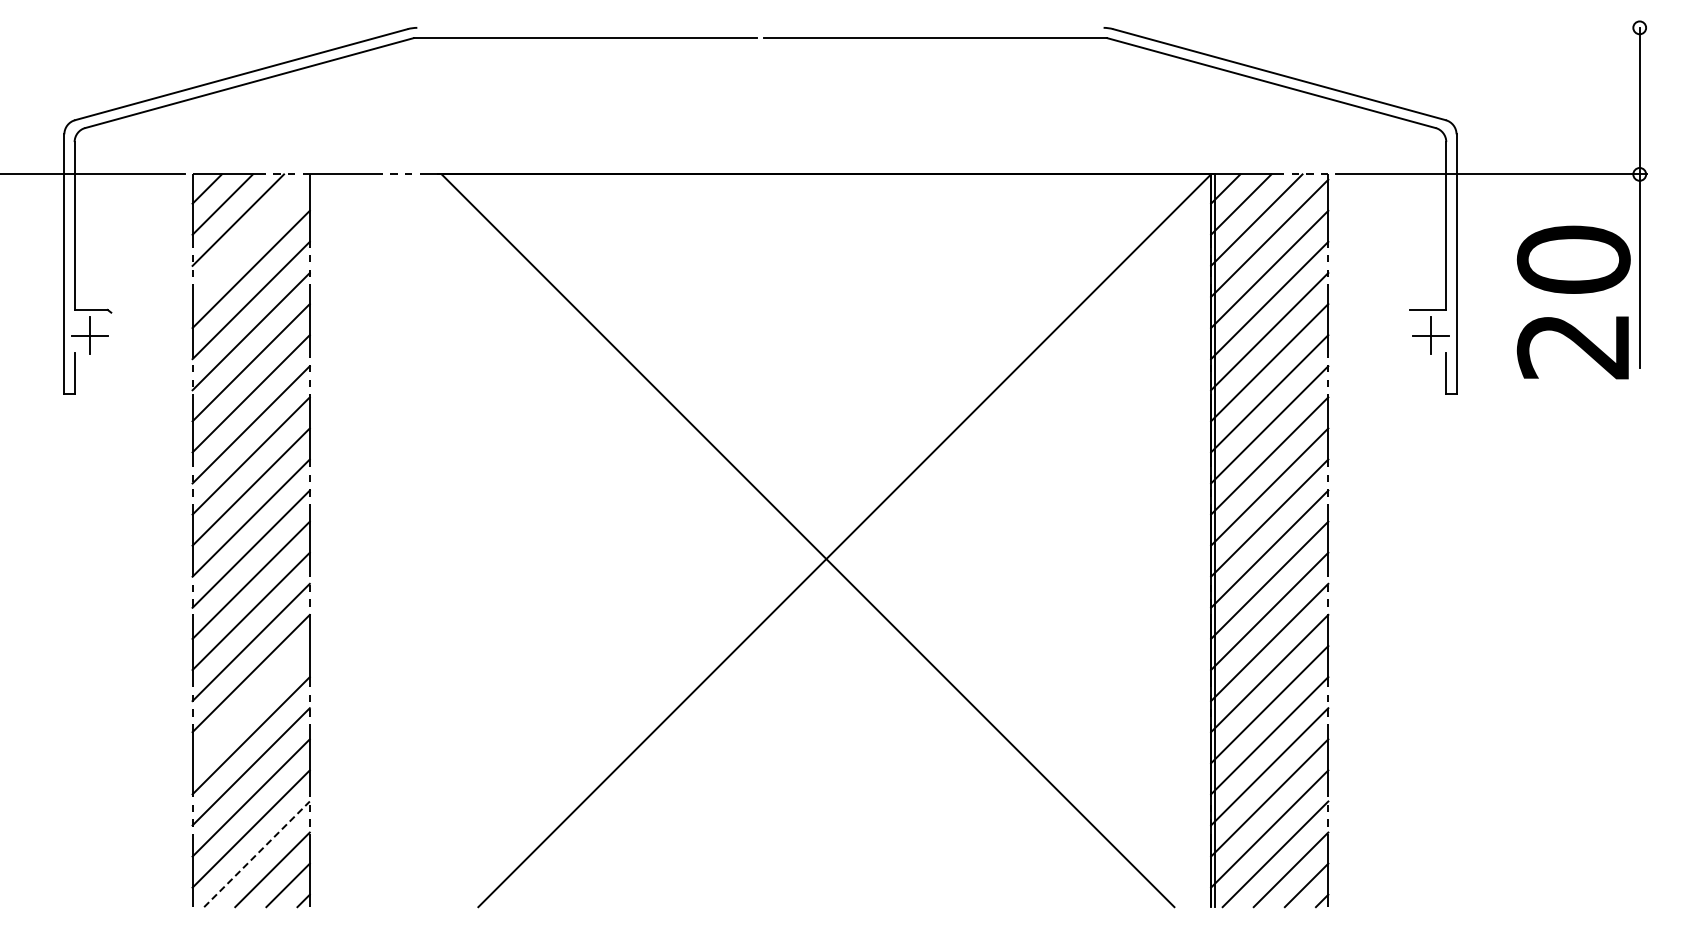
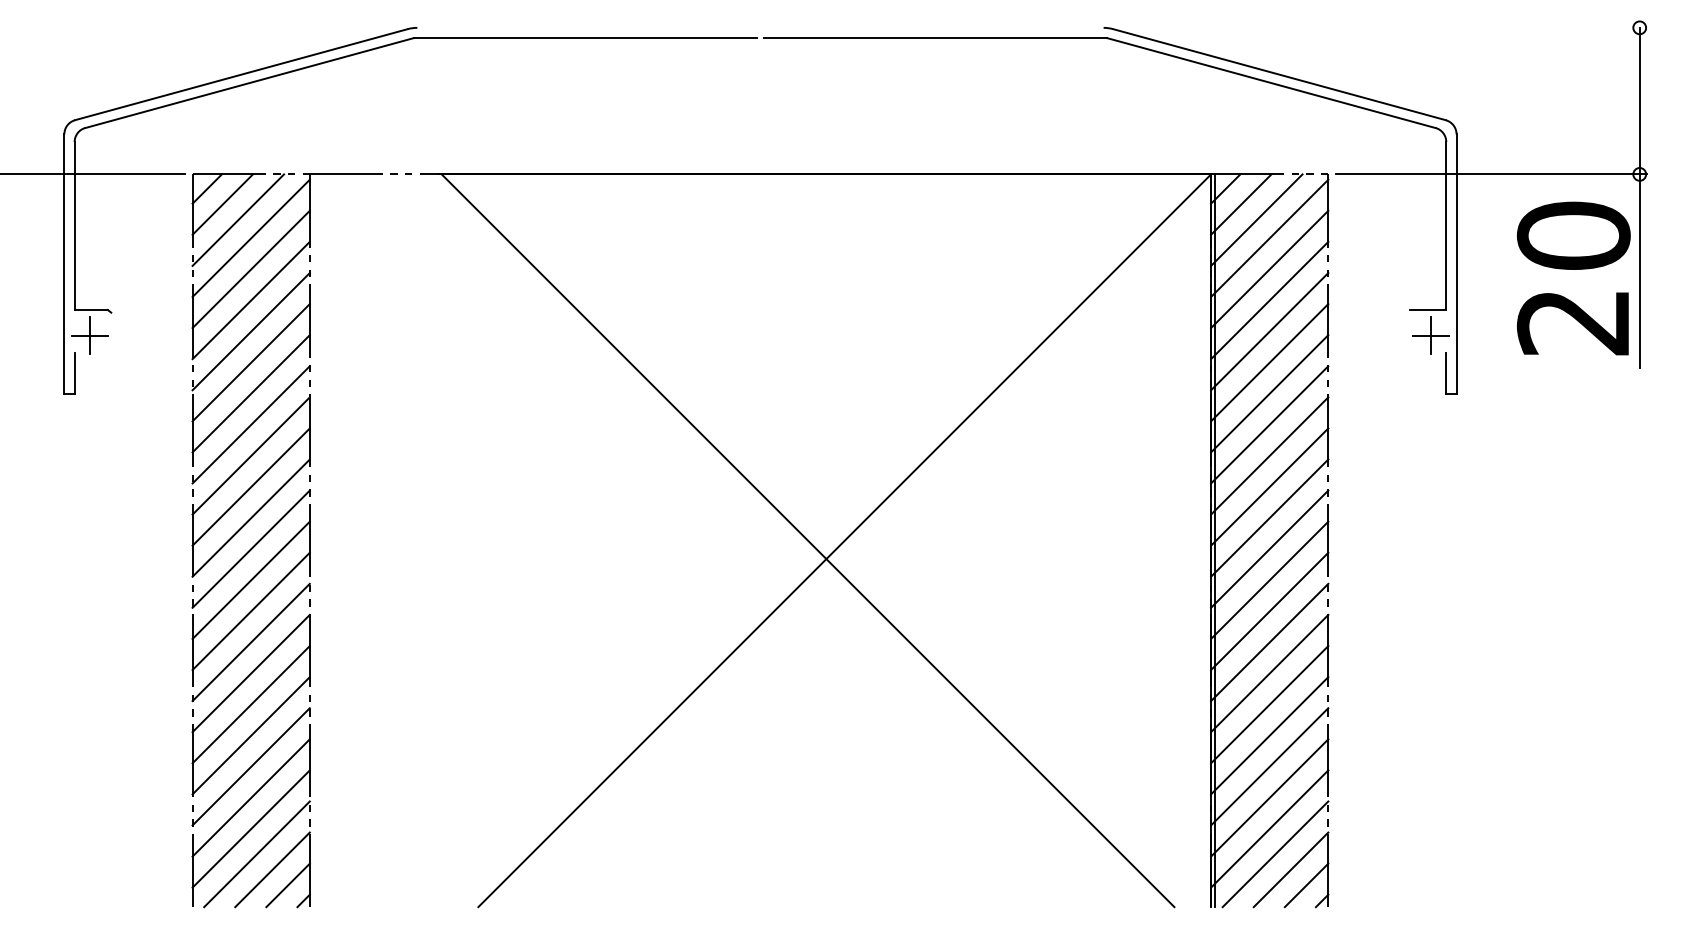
line at (250, 237): none -> present
text at (1573, 302) position: (1573, 302) -> (1573, 278)
line at (250, 704): none -> present
line at (257, 854): dashed -> solid
